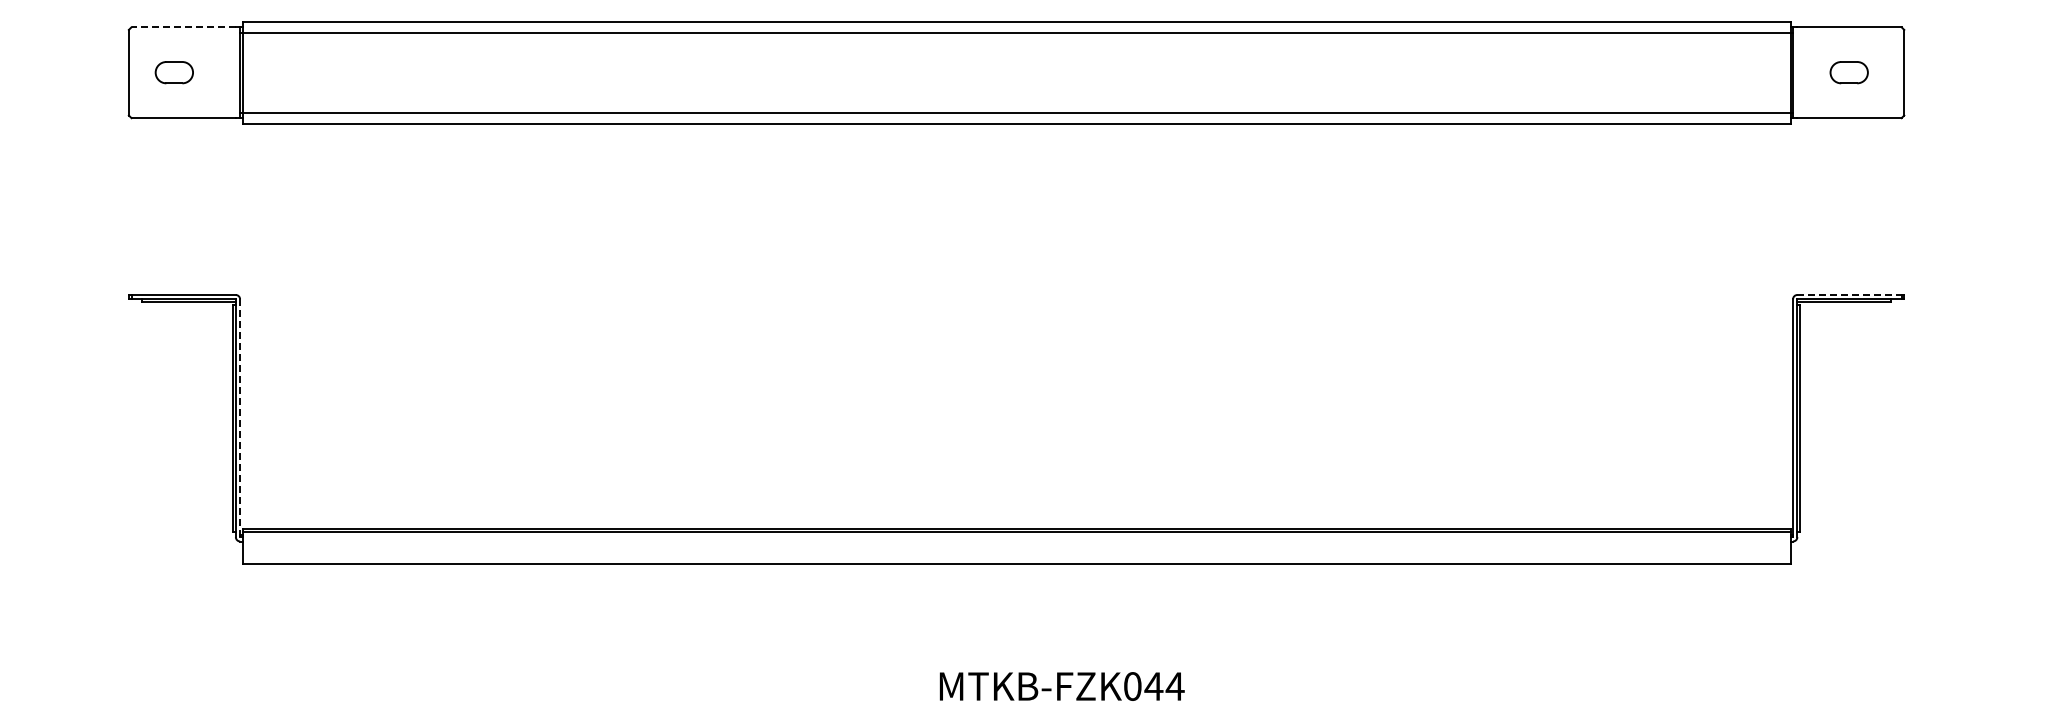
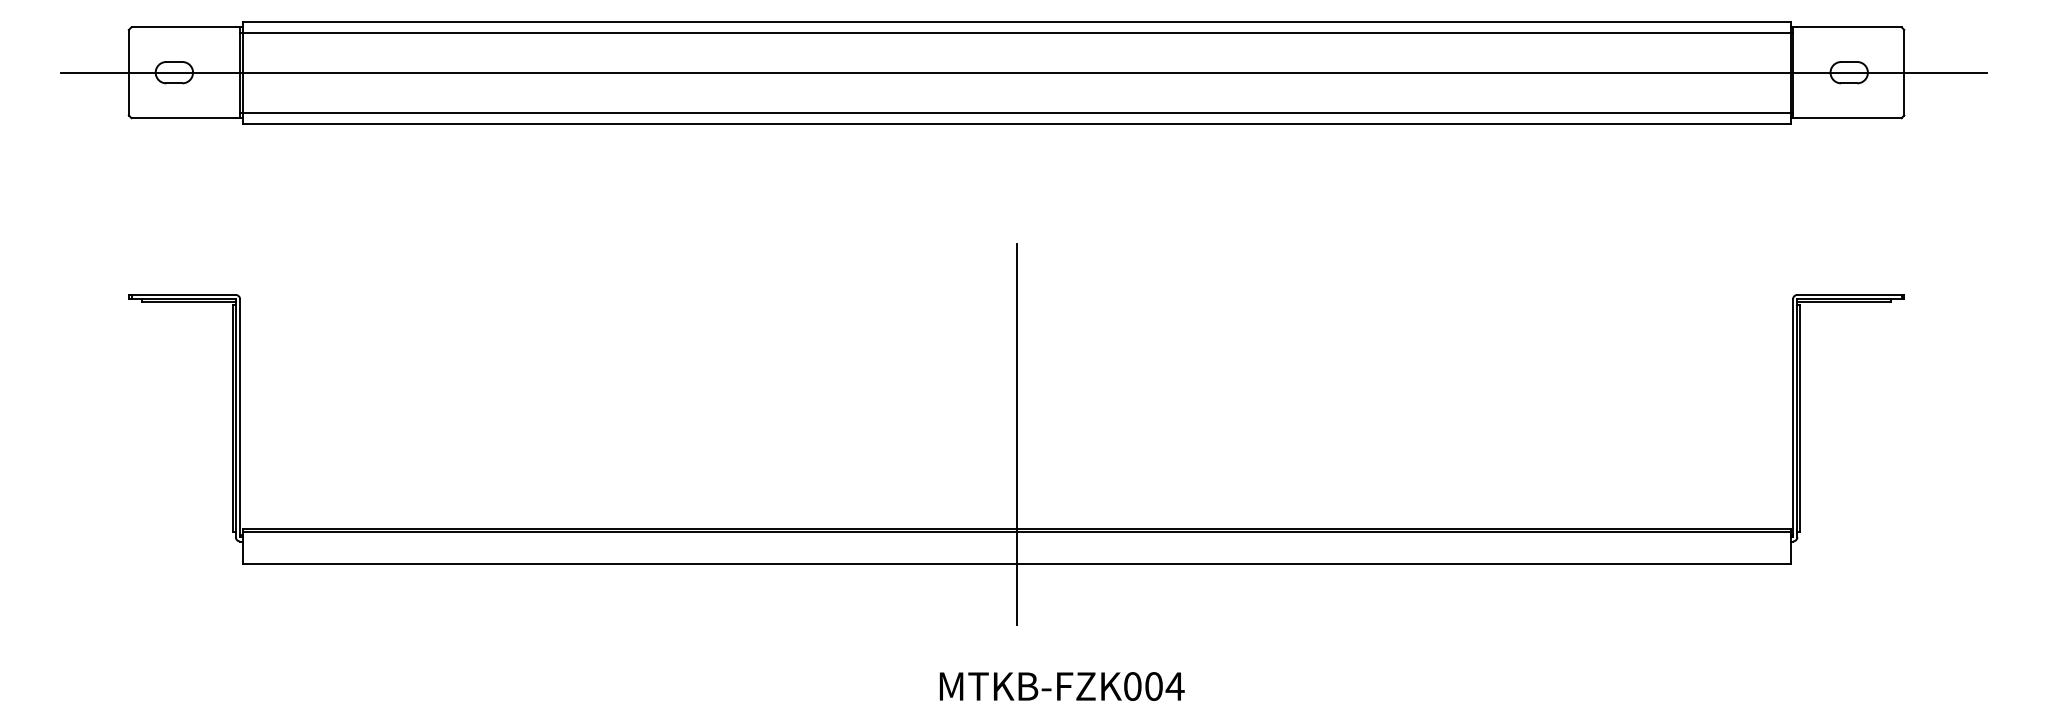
line at (183, 27): dashed -> solid
line at (1023, 72): none -> present
line at (1849, 294): dashed -> solid
line at (240, 418): dashed -> solid
line at (1016, 433): none -> present
text at (1153, 686): MTKB-FZK044 -> MTKB-FZK004
